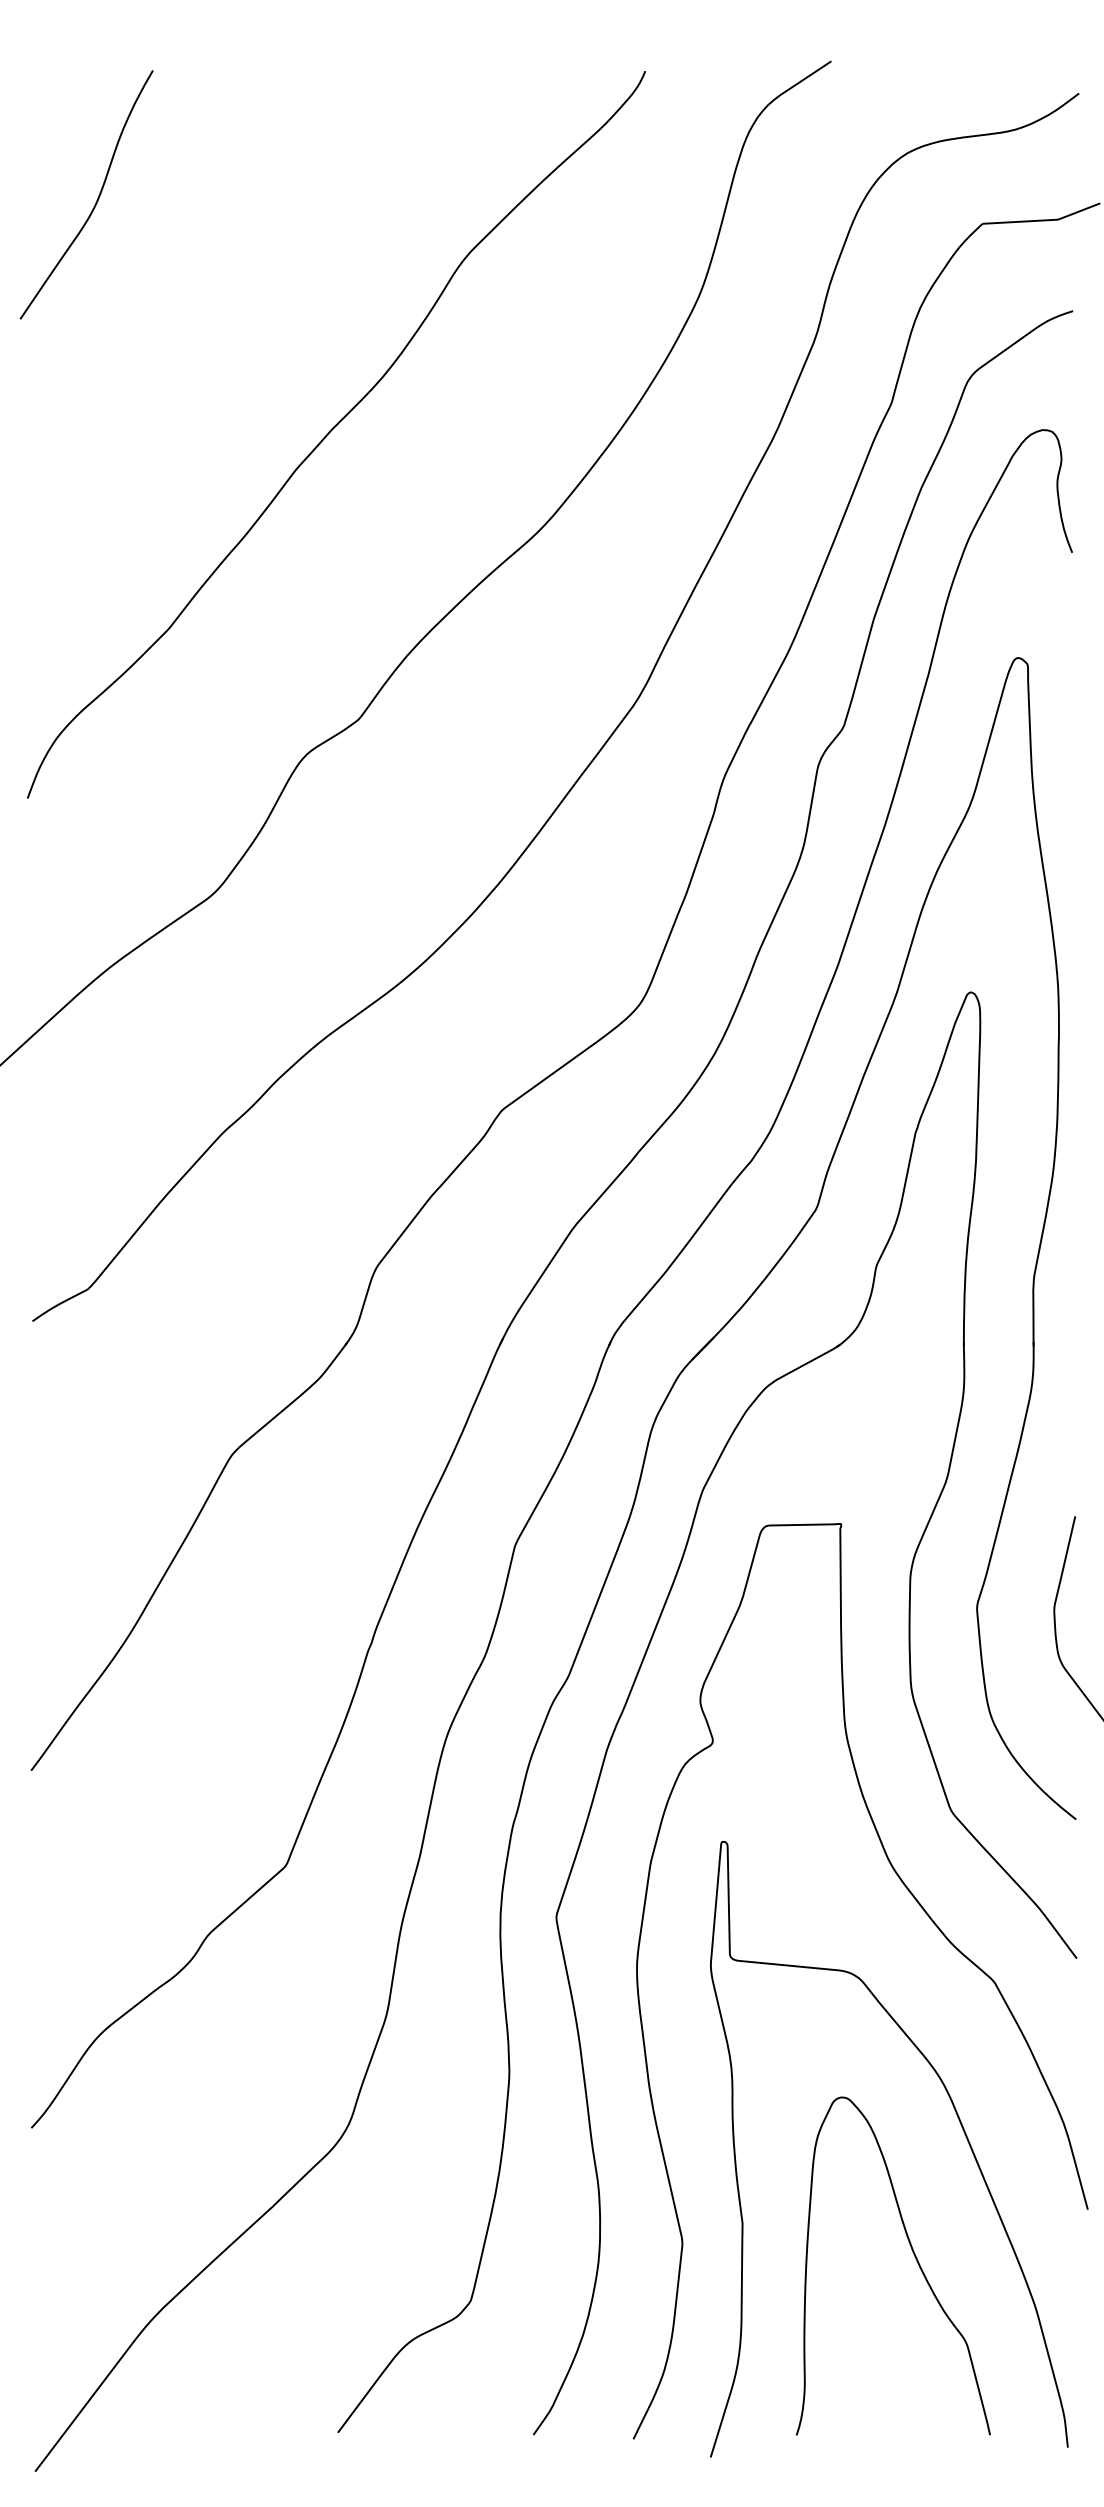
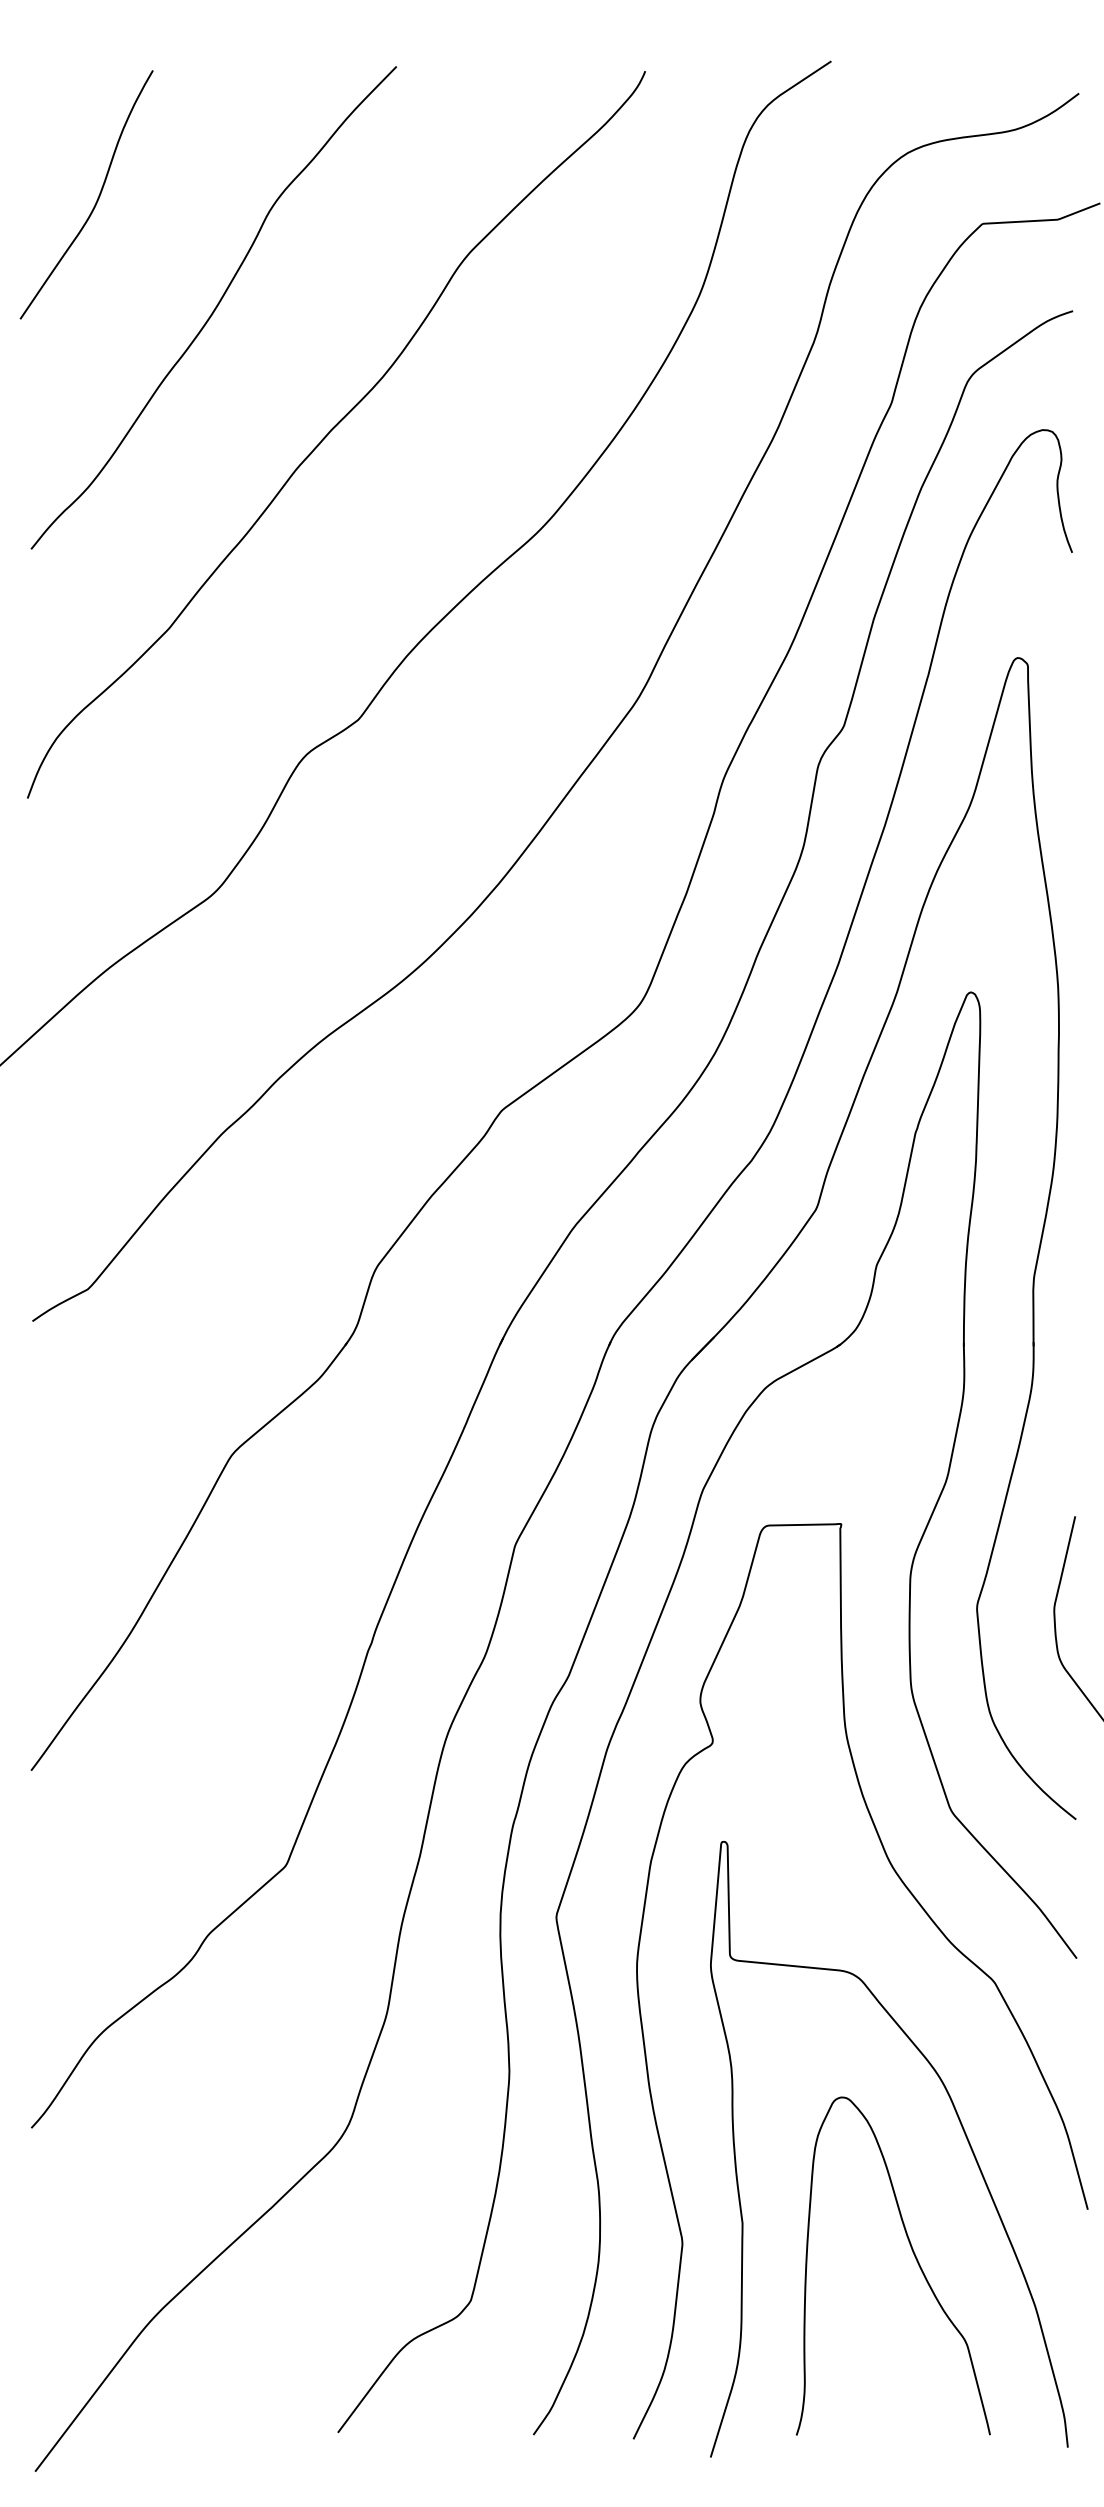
curve at (214, 308): none -> present
